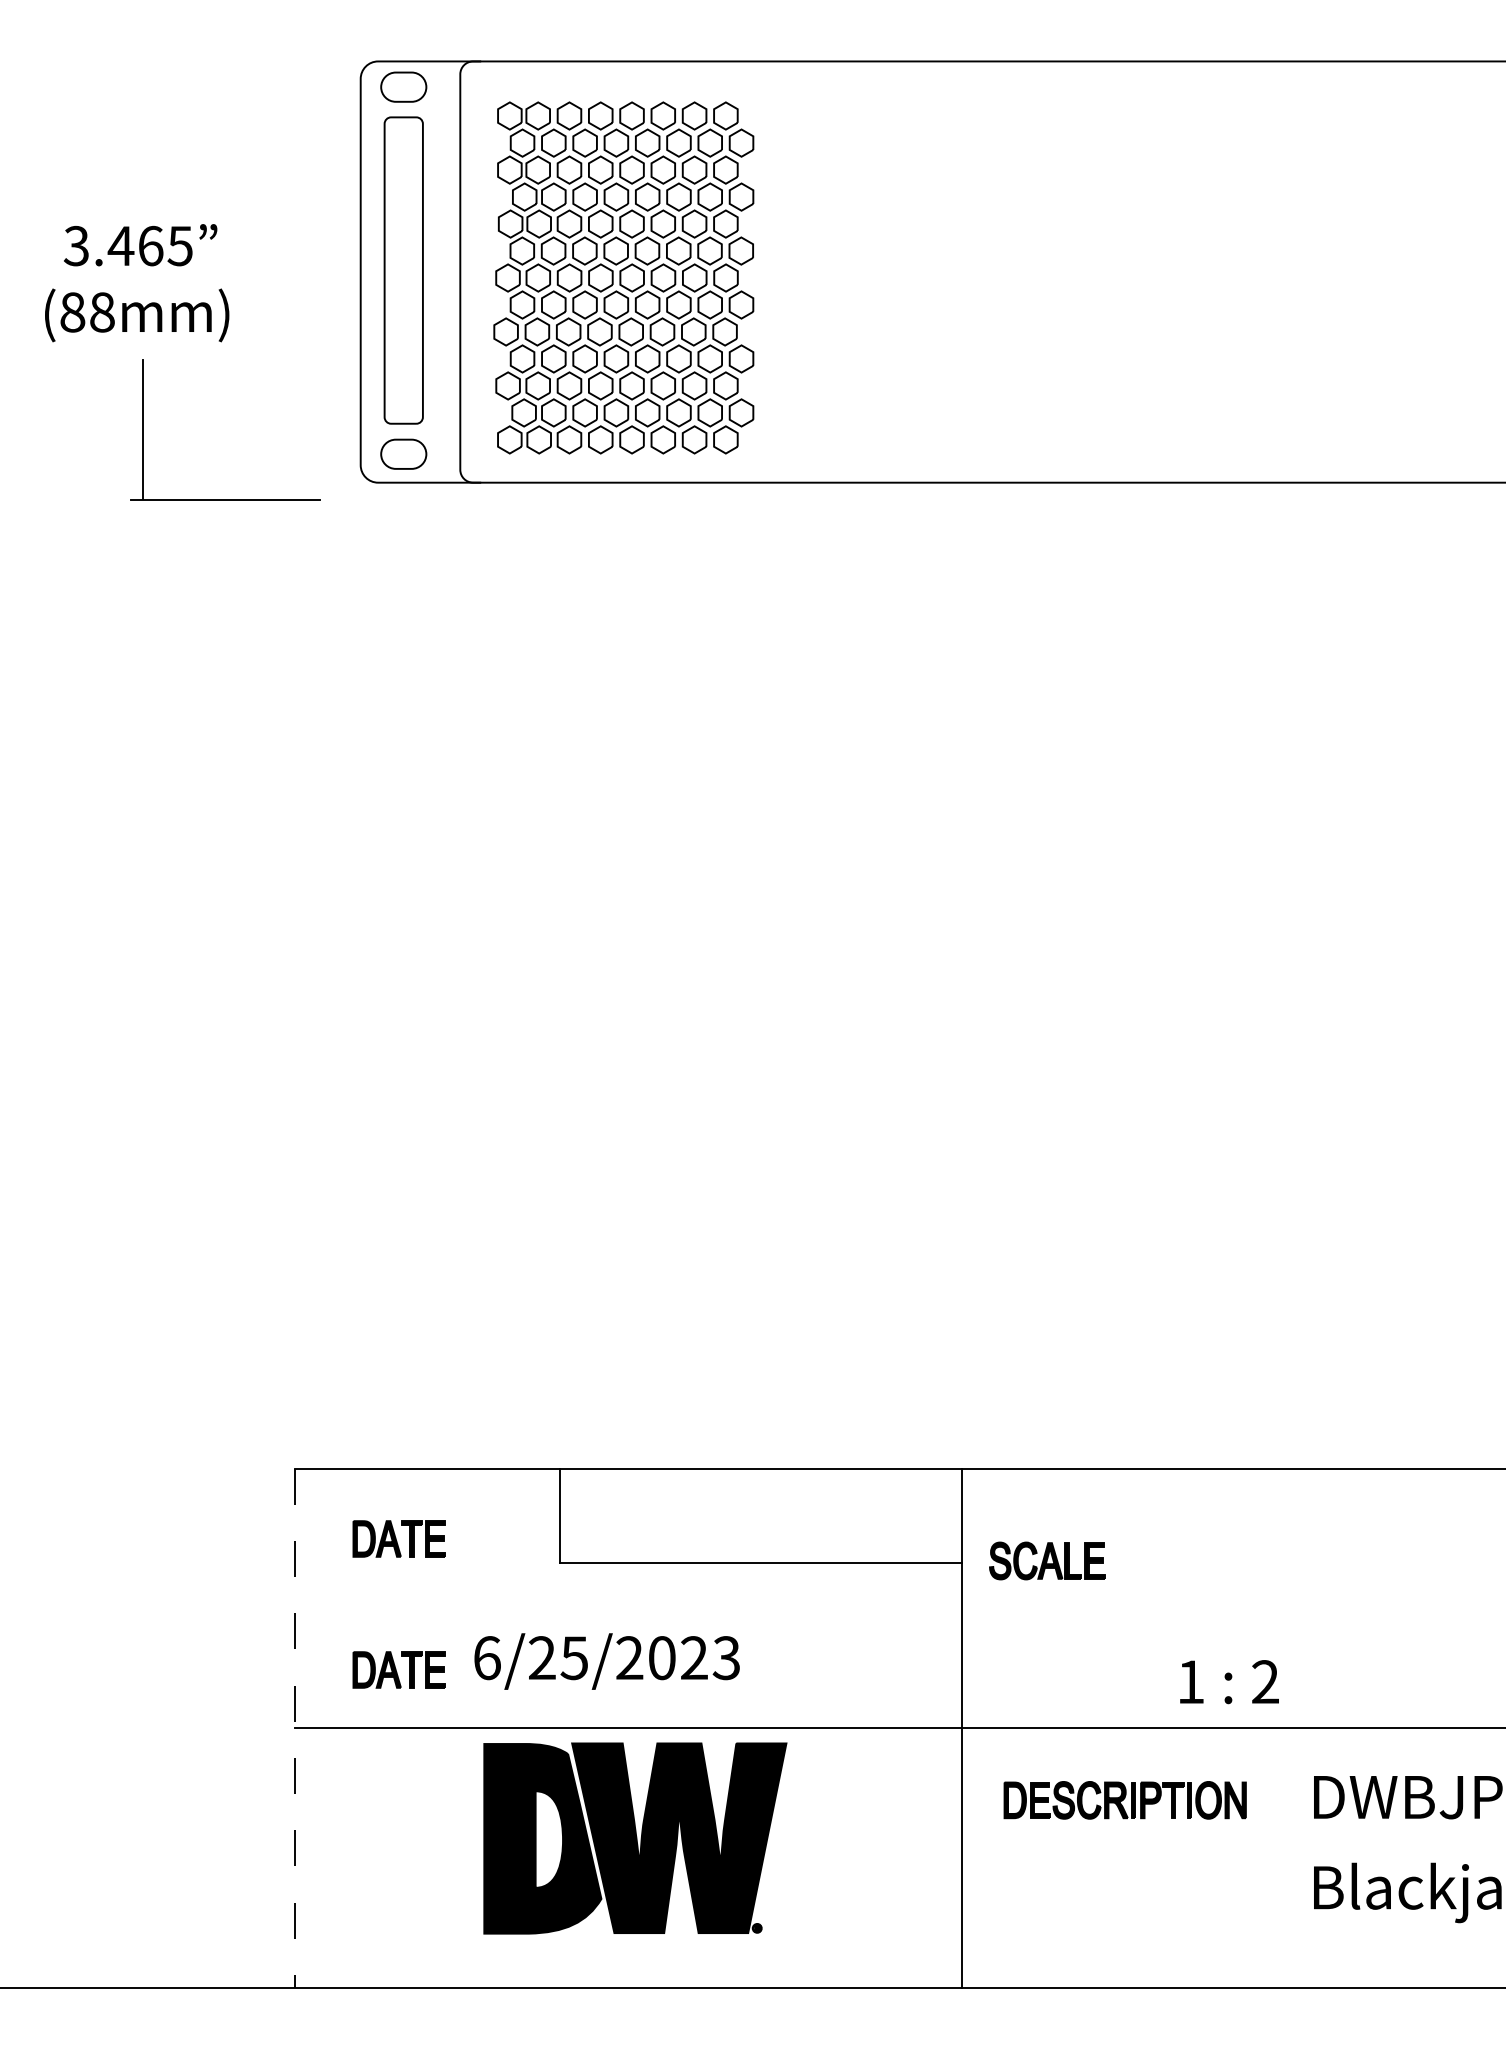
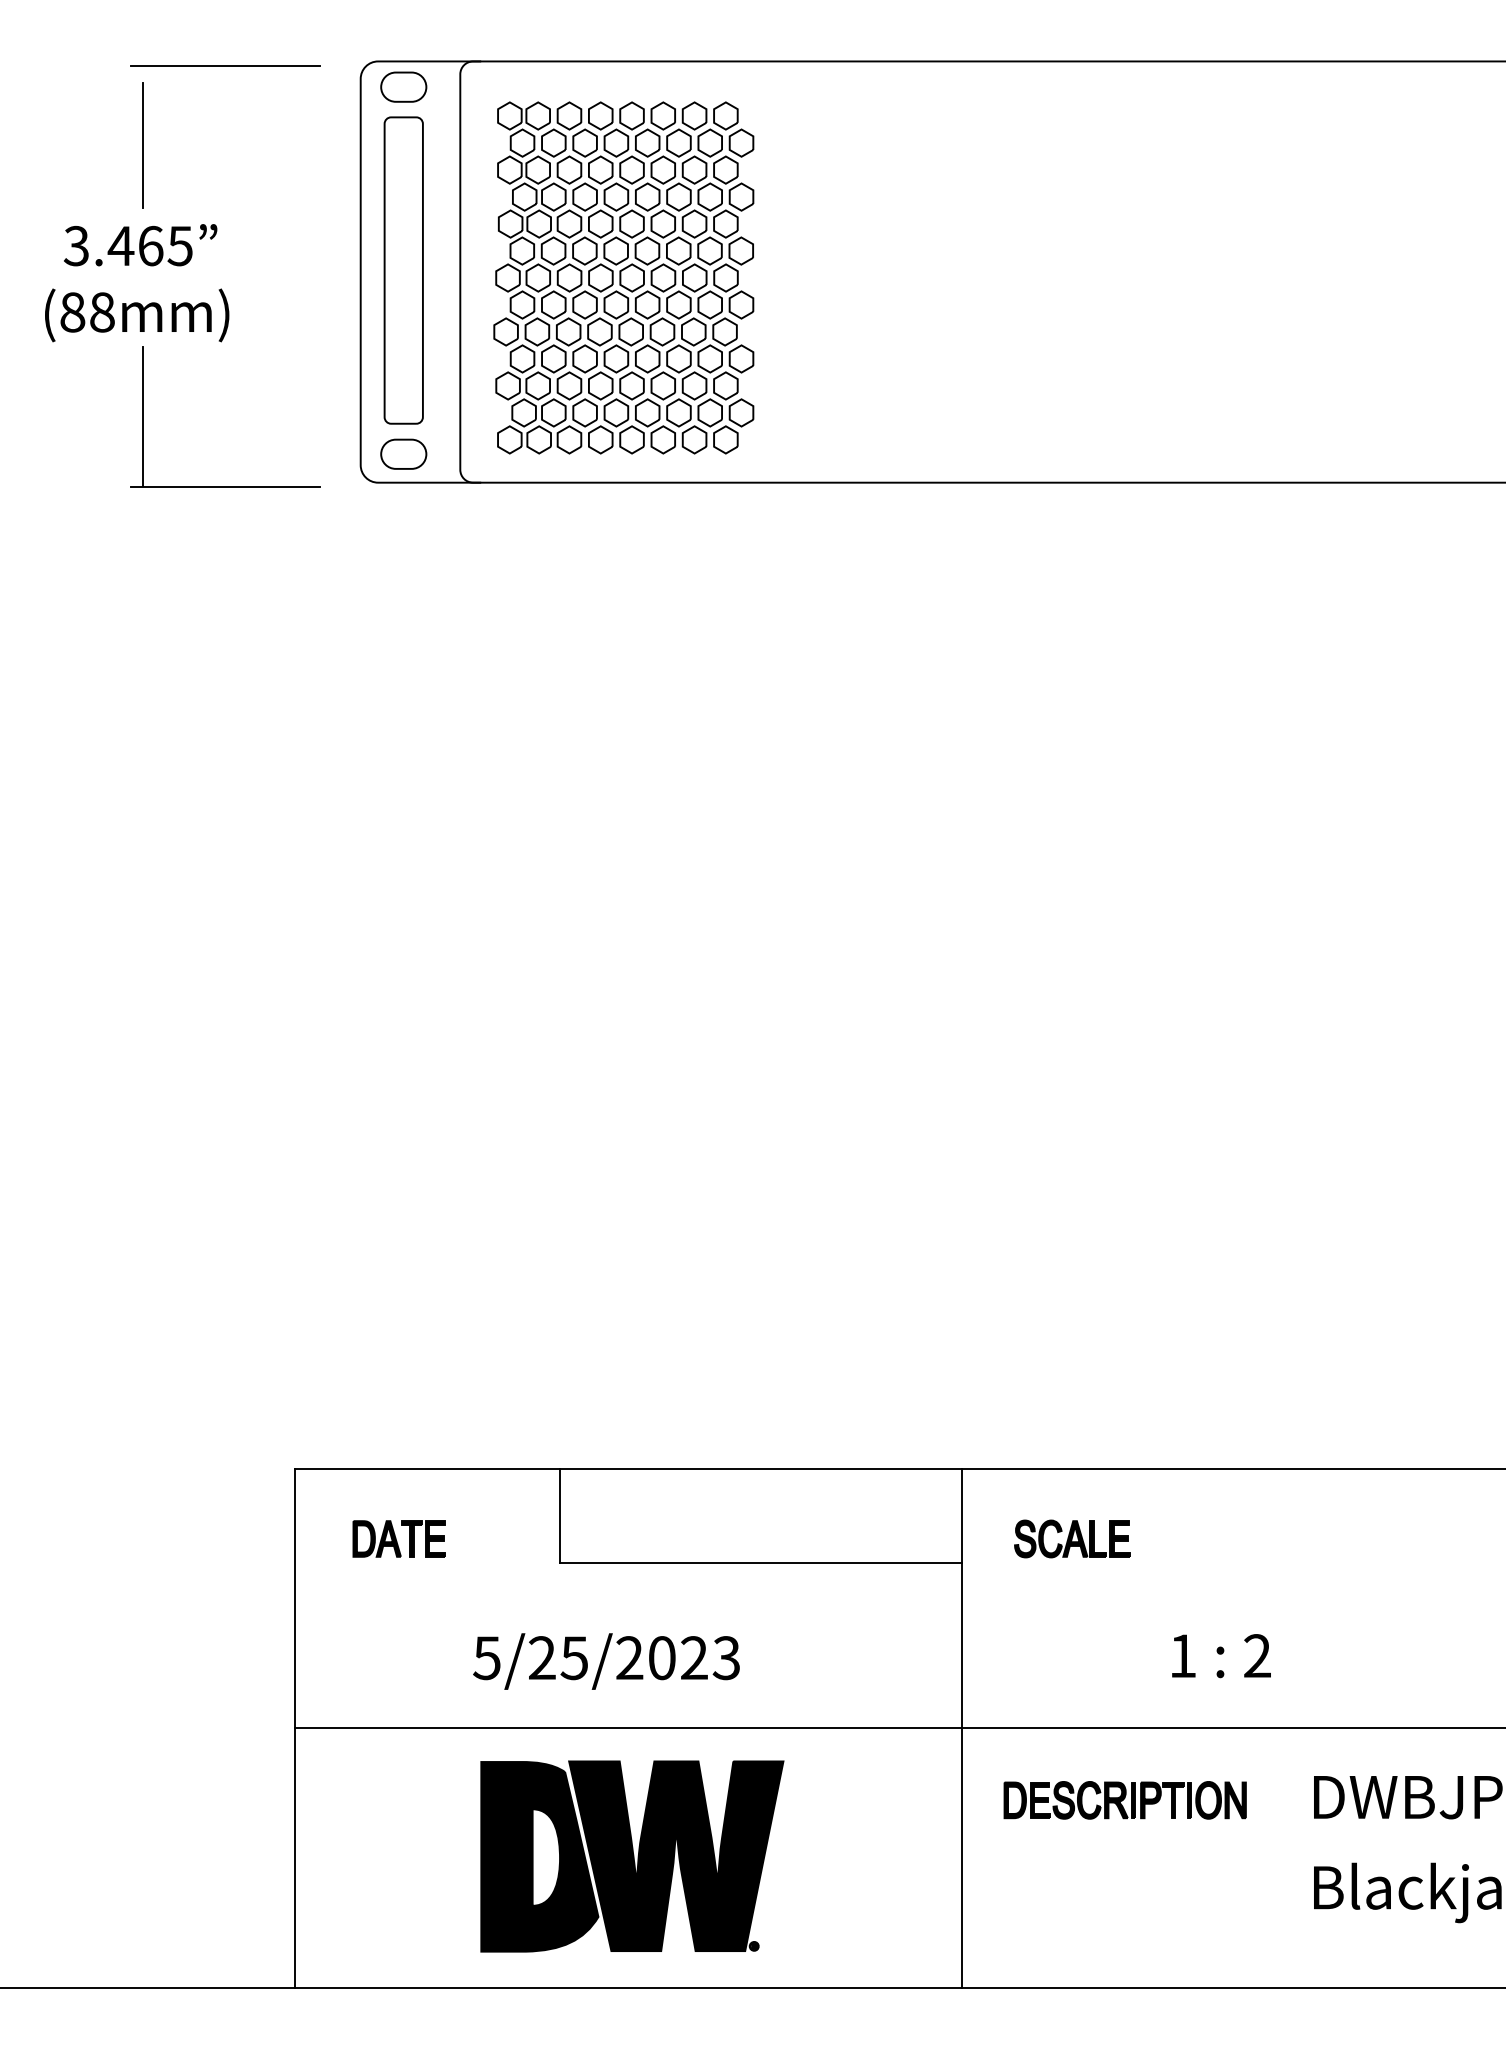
line at (225, 65): none -> present
line at (142, 145): none -> present
part at (225, 499) position: (225, 499) -> (225, 486)
part at (1047, 1560) position: (1047, 1560) -> (1072, 1538)
text at (486, 1658): 6/25/2023 -> 5/25/2023
part at (398, 1669): present -> none
text at (1229, 1682) position: (1229, 1682) -> (1221, 1656)
line at (295, 1728): dashed -> solid
part at (635, 1838) position: (635, 1838) -> (632, 1856)
